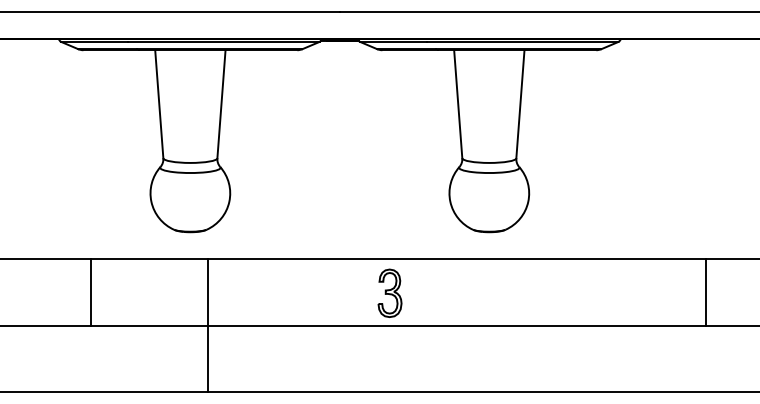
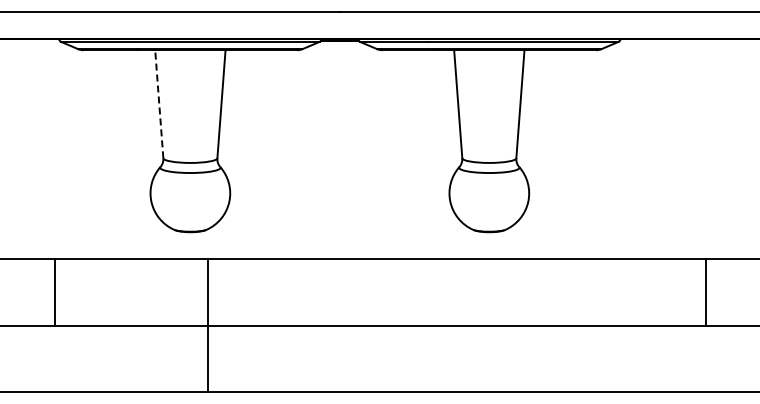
line at (159, 103): solid -> dashed
line at (91, 292) position: (91, 292) -> (55, 292)
part at (389, 292): present -> none
